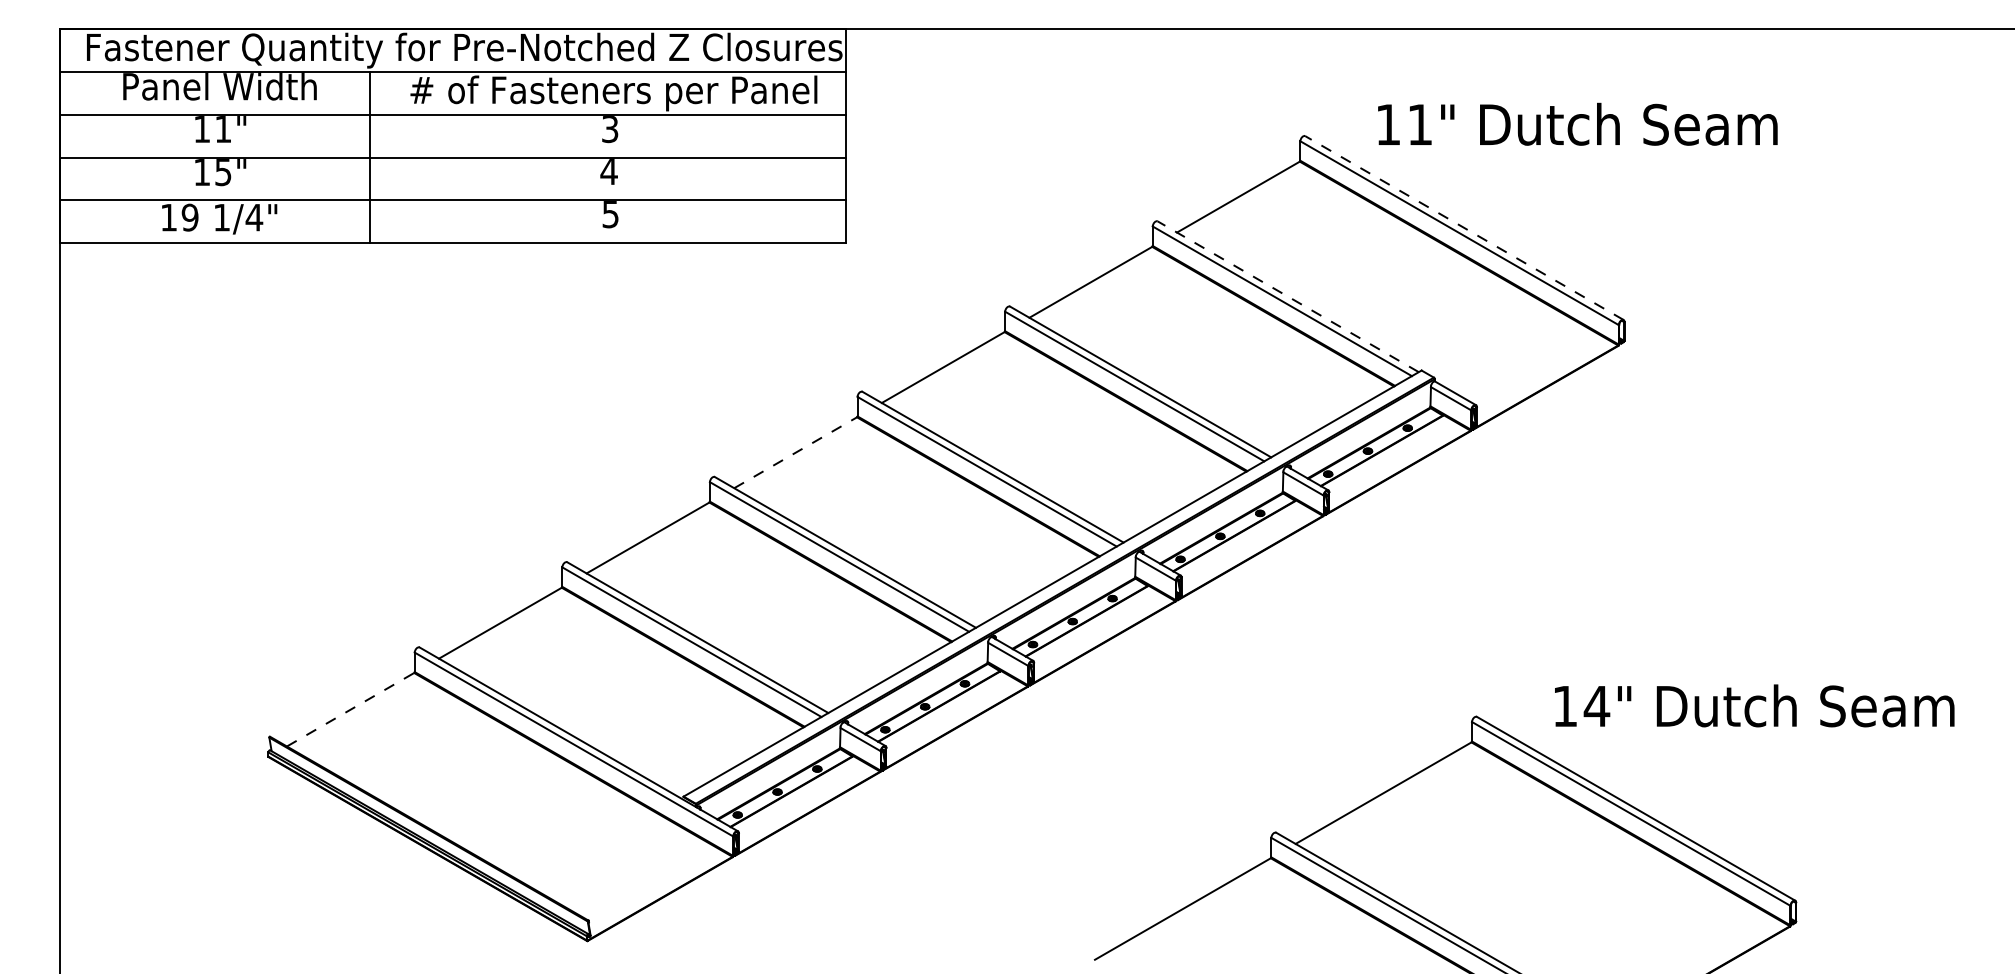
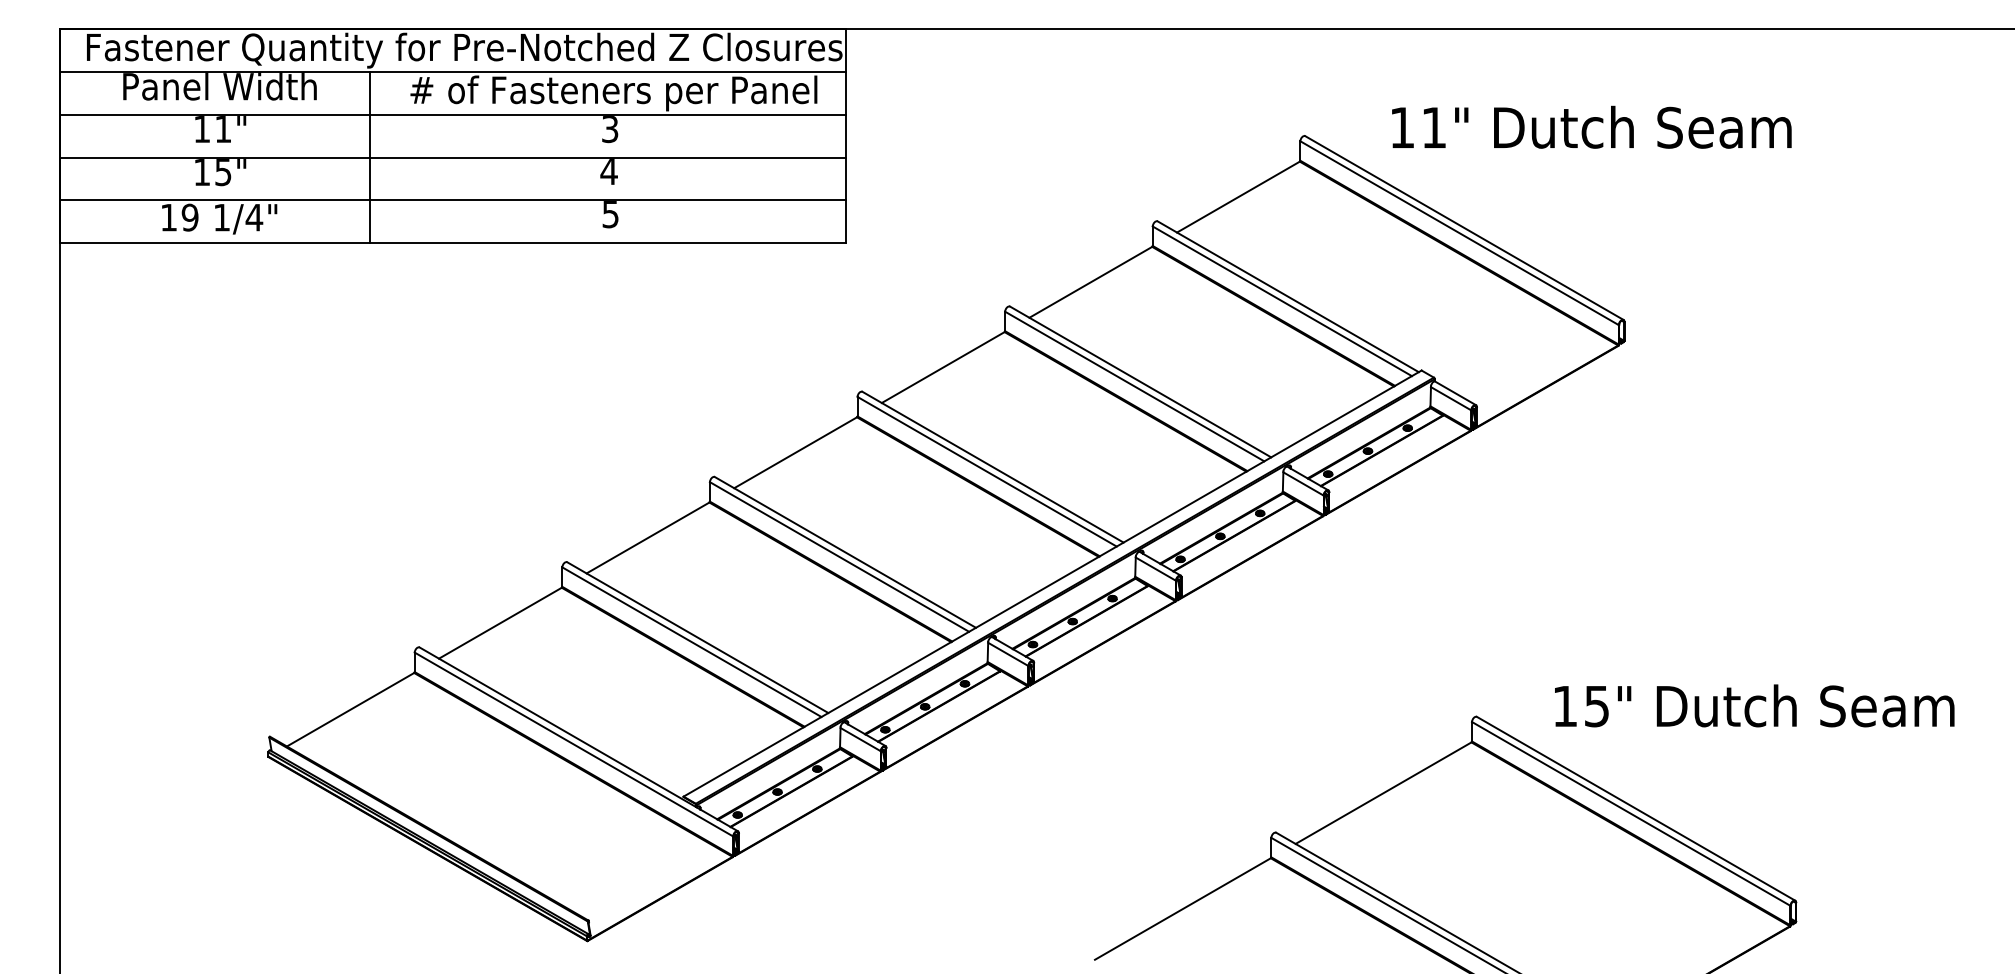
text at (1577, 123) position: (1577, 123) -> (1591, 126)
line at (1464, 228): dashed -> solid
line at (1288, 296): dashed -> solid
line at (795, 452): dashed -> solid
text at (1596, 706): 14" -> 15"
line at (351, 709): dashed -> solid
